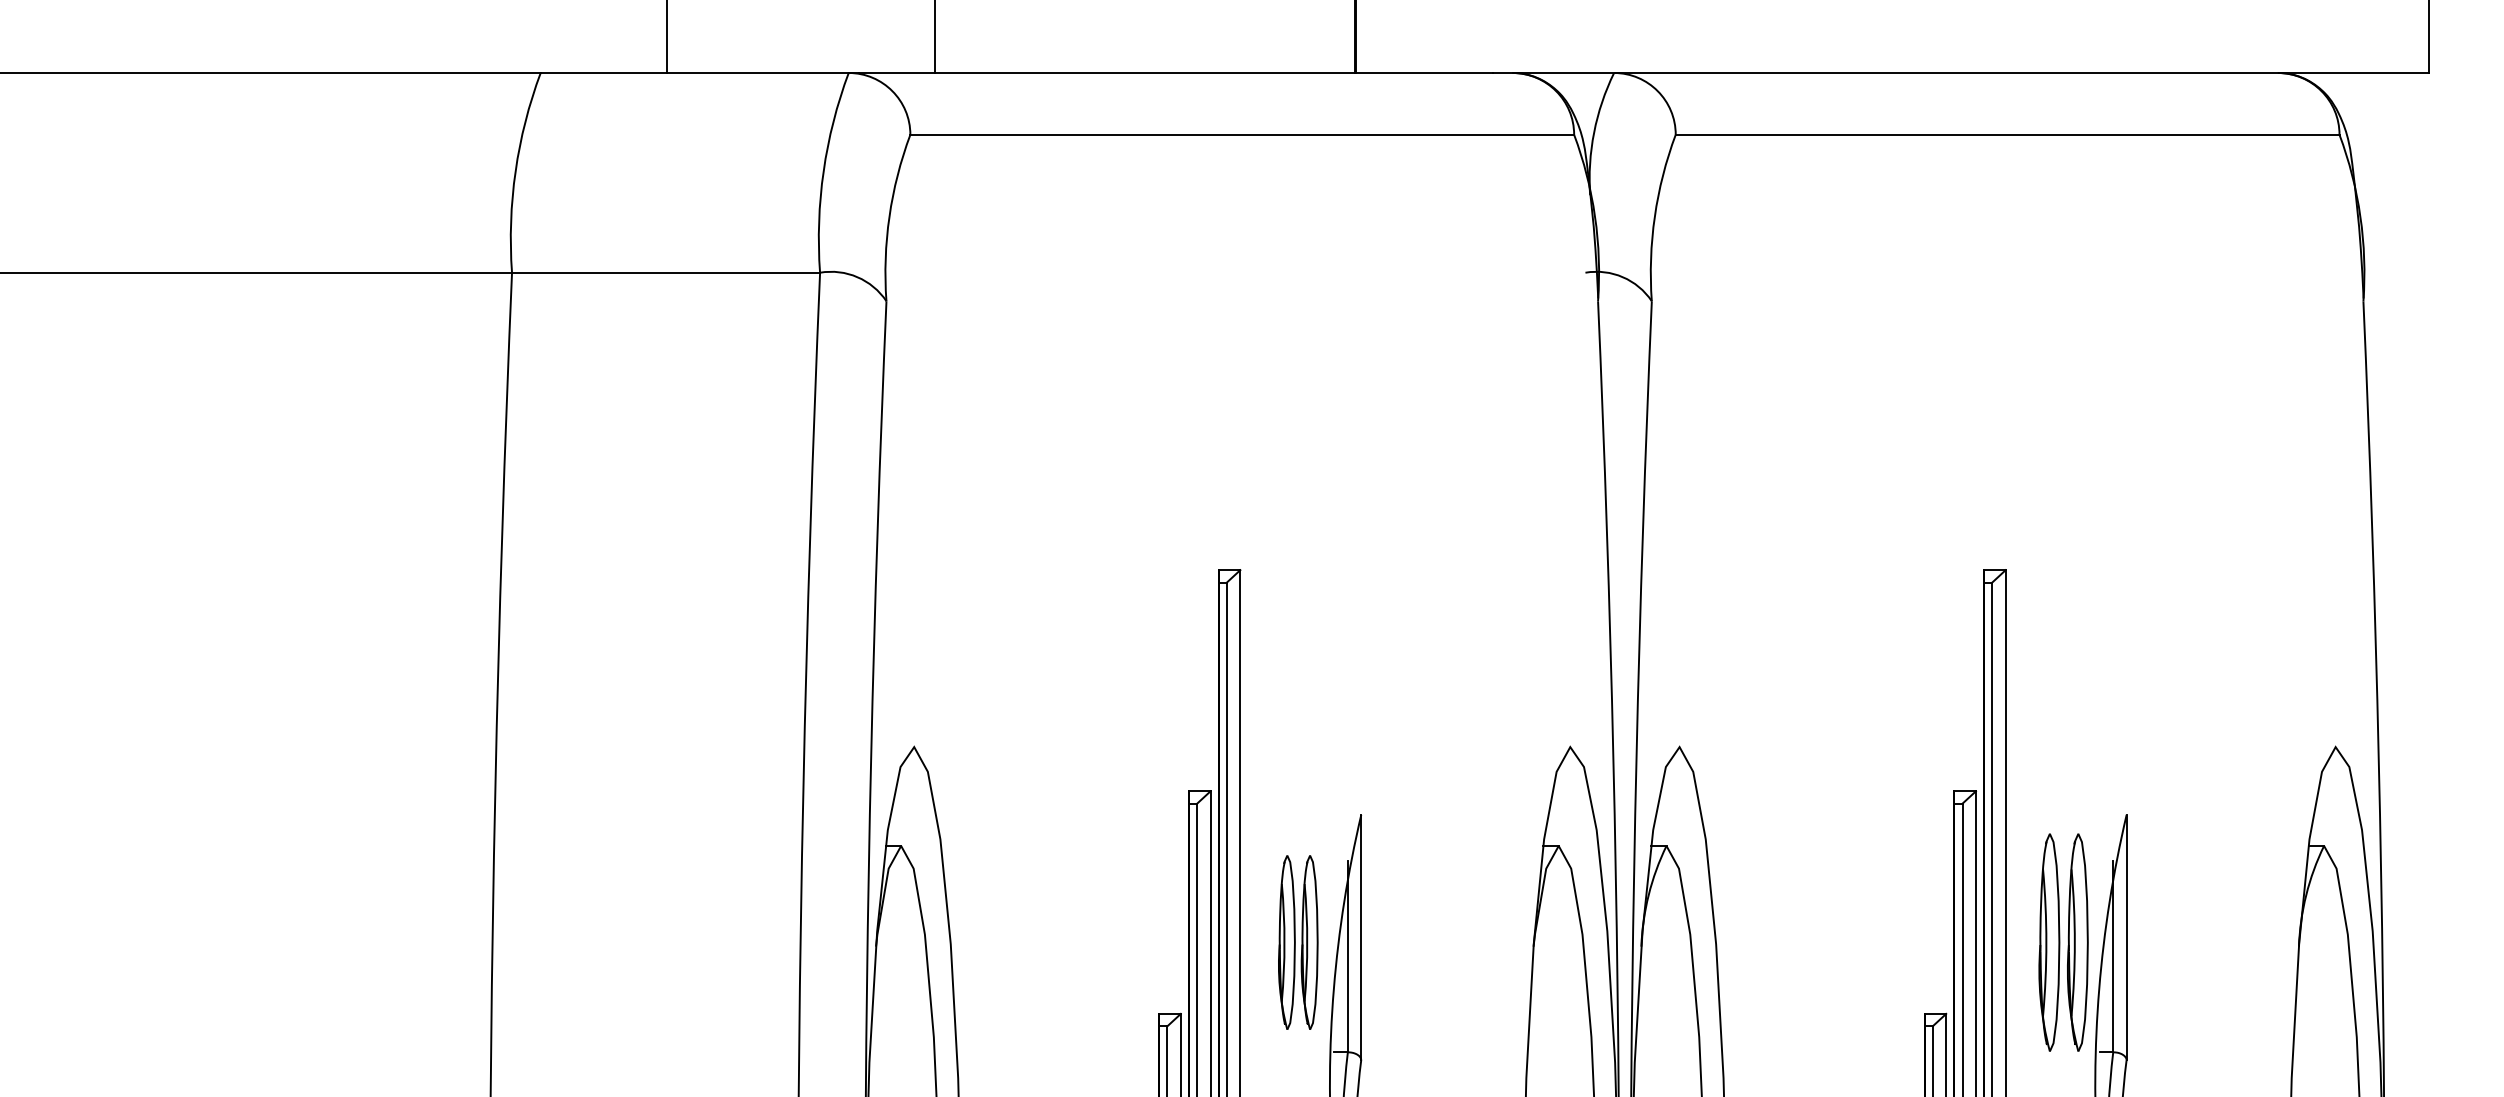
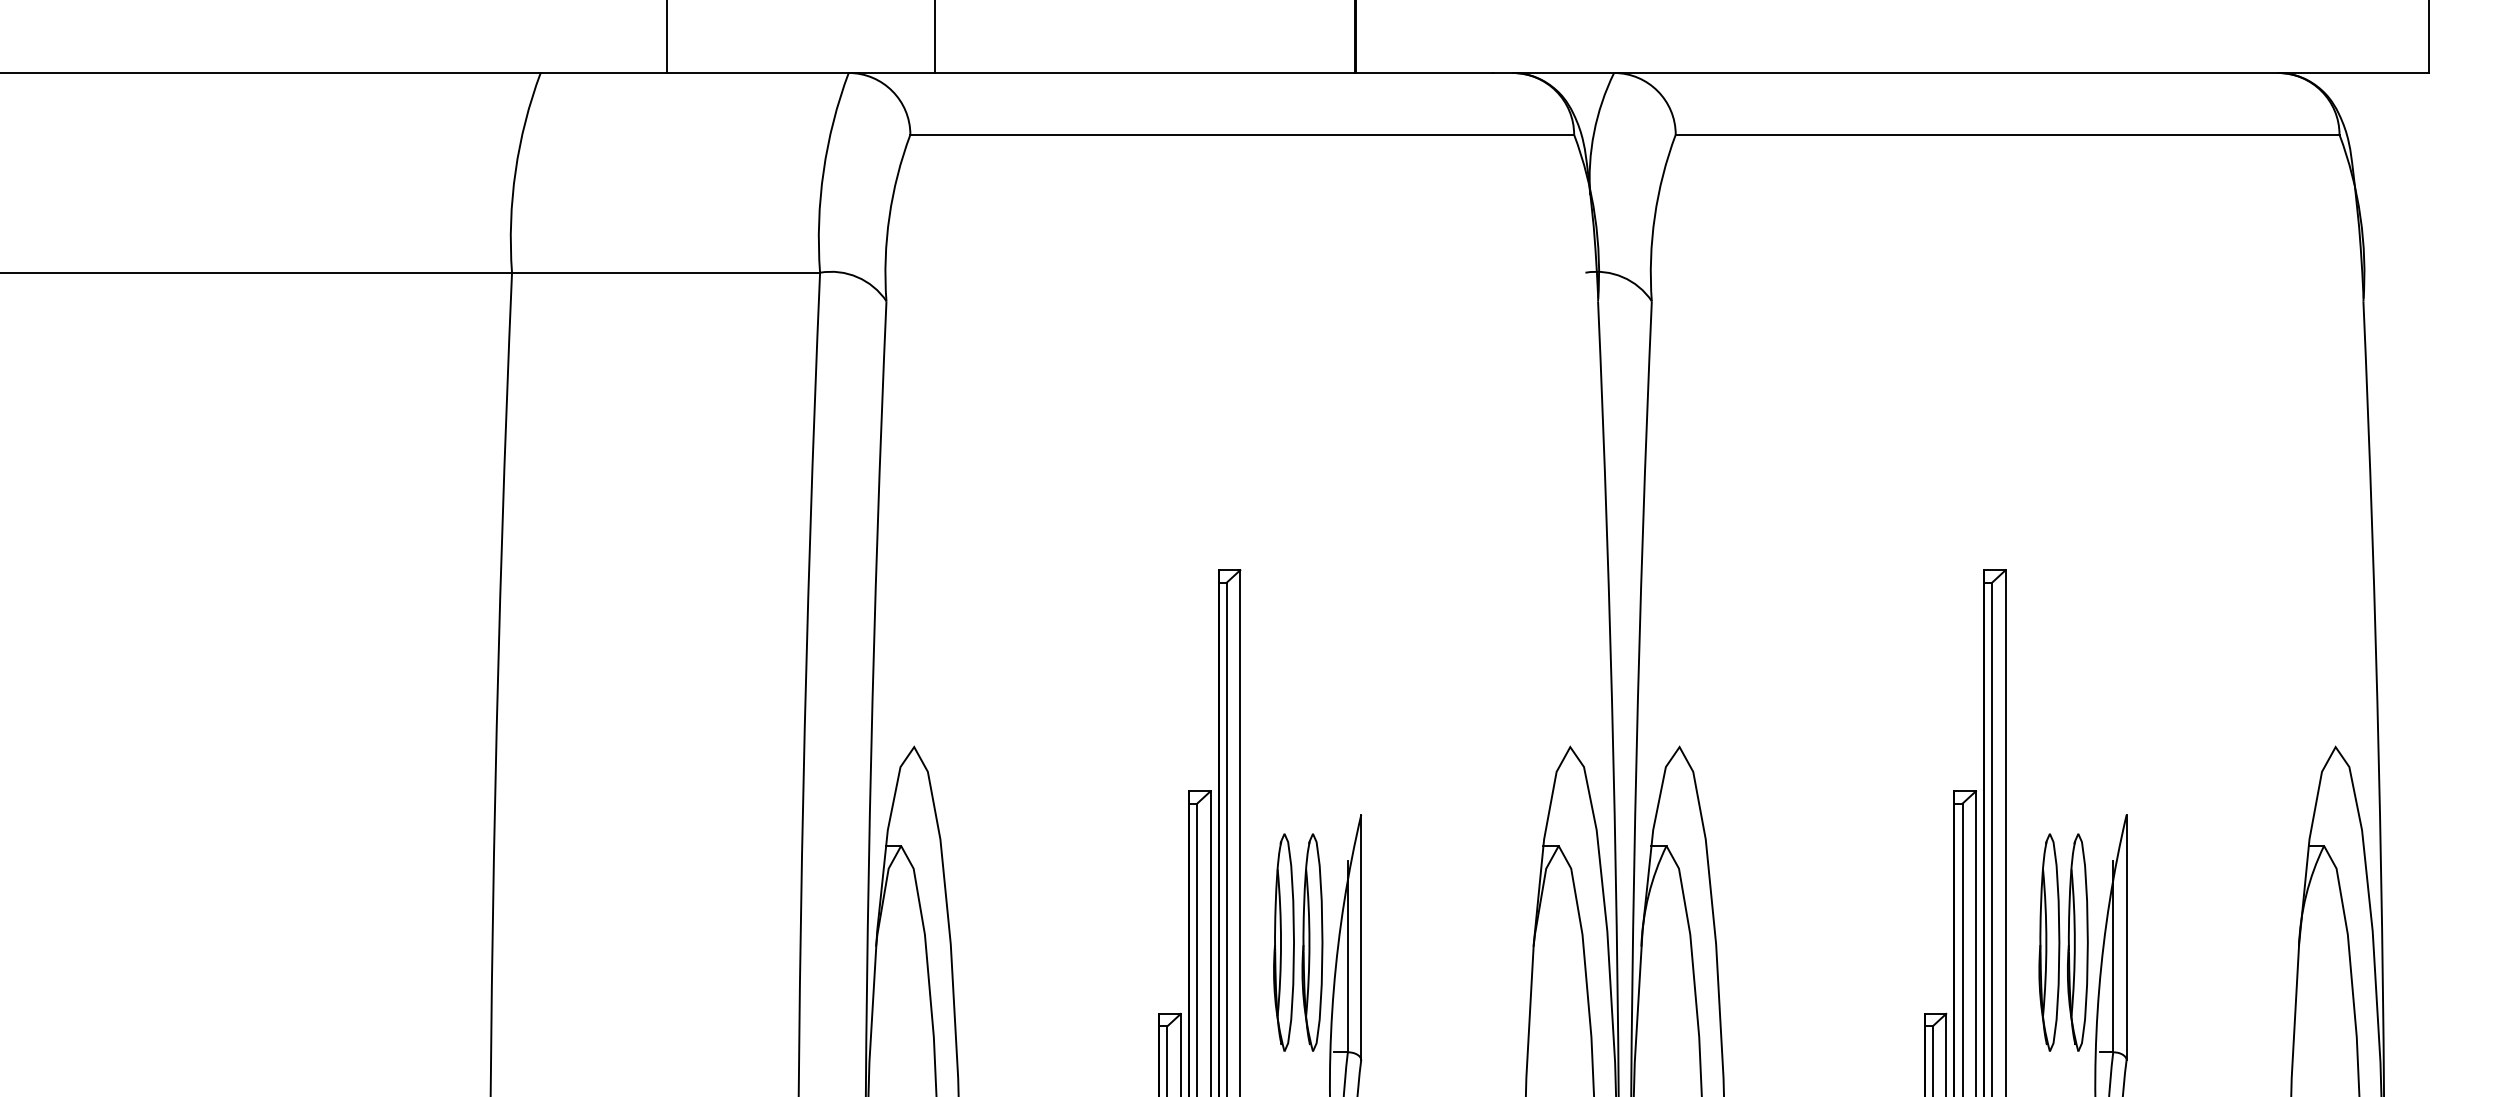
part at (1298, 942) size: 41x175 px -> 51x219 px
